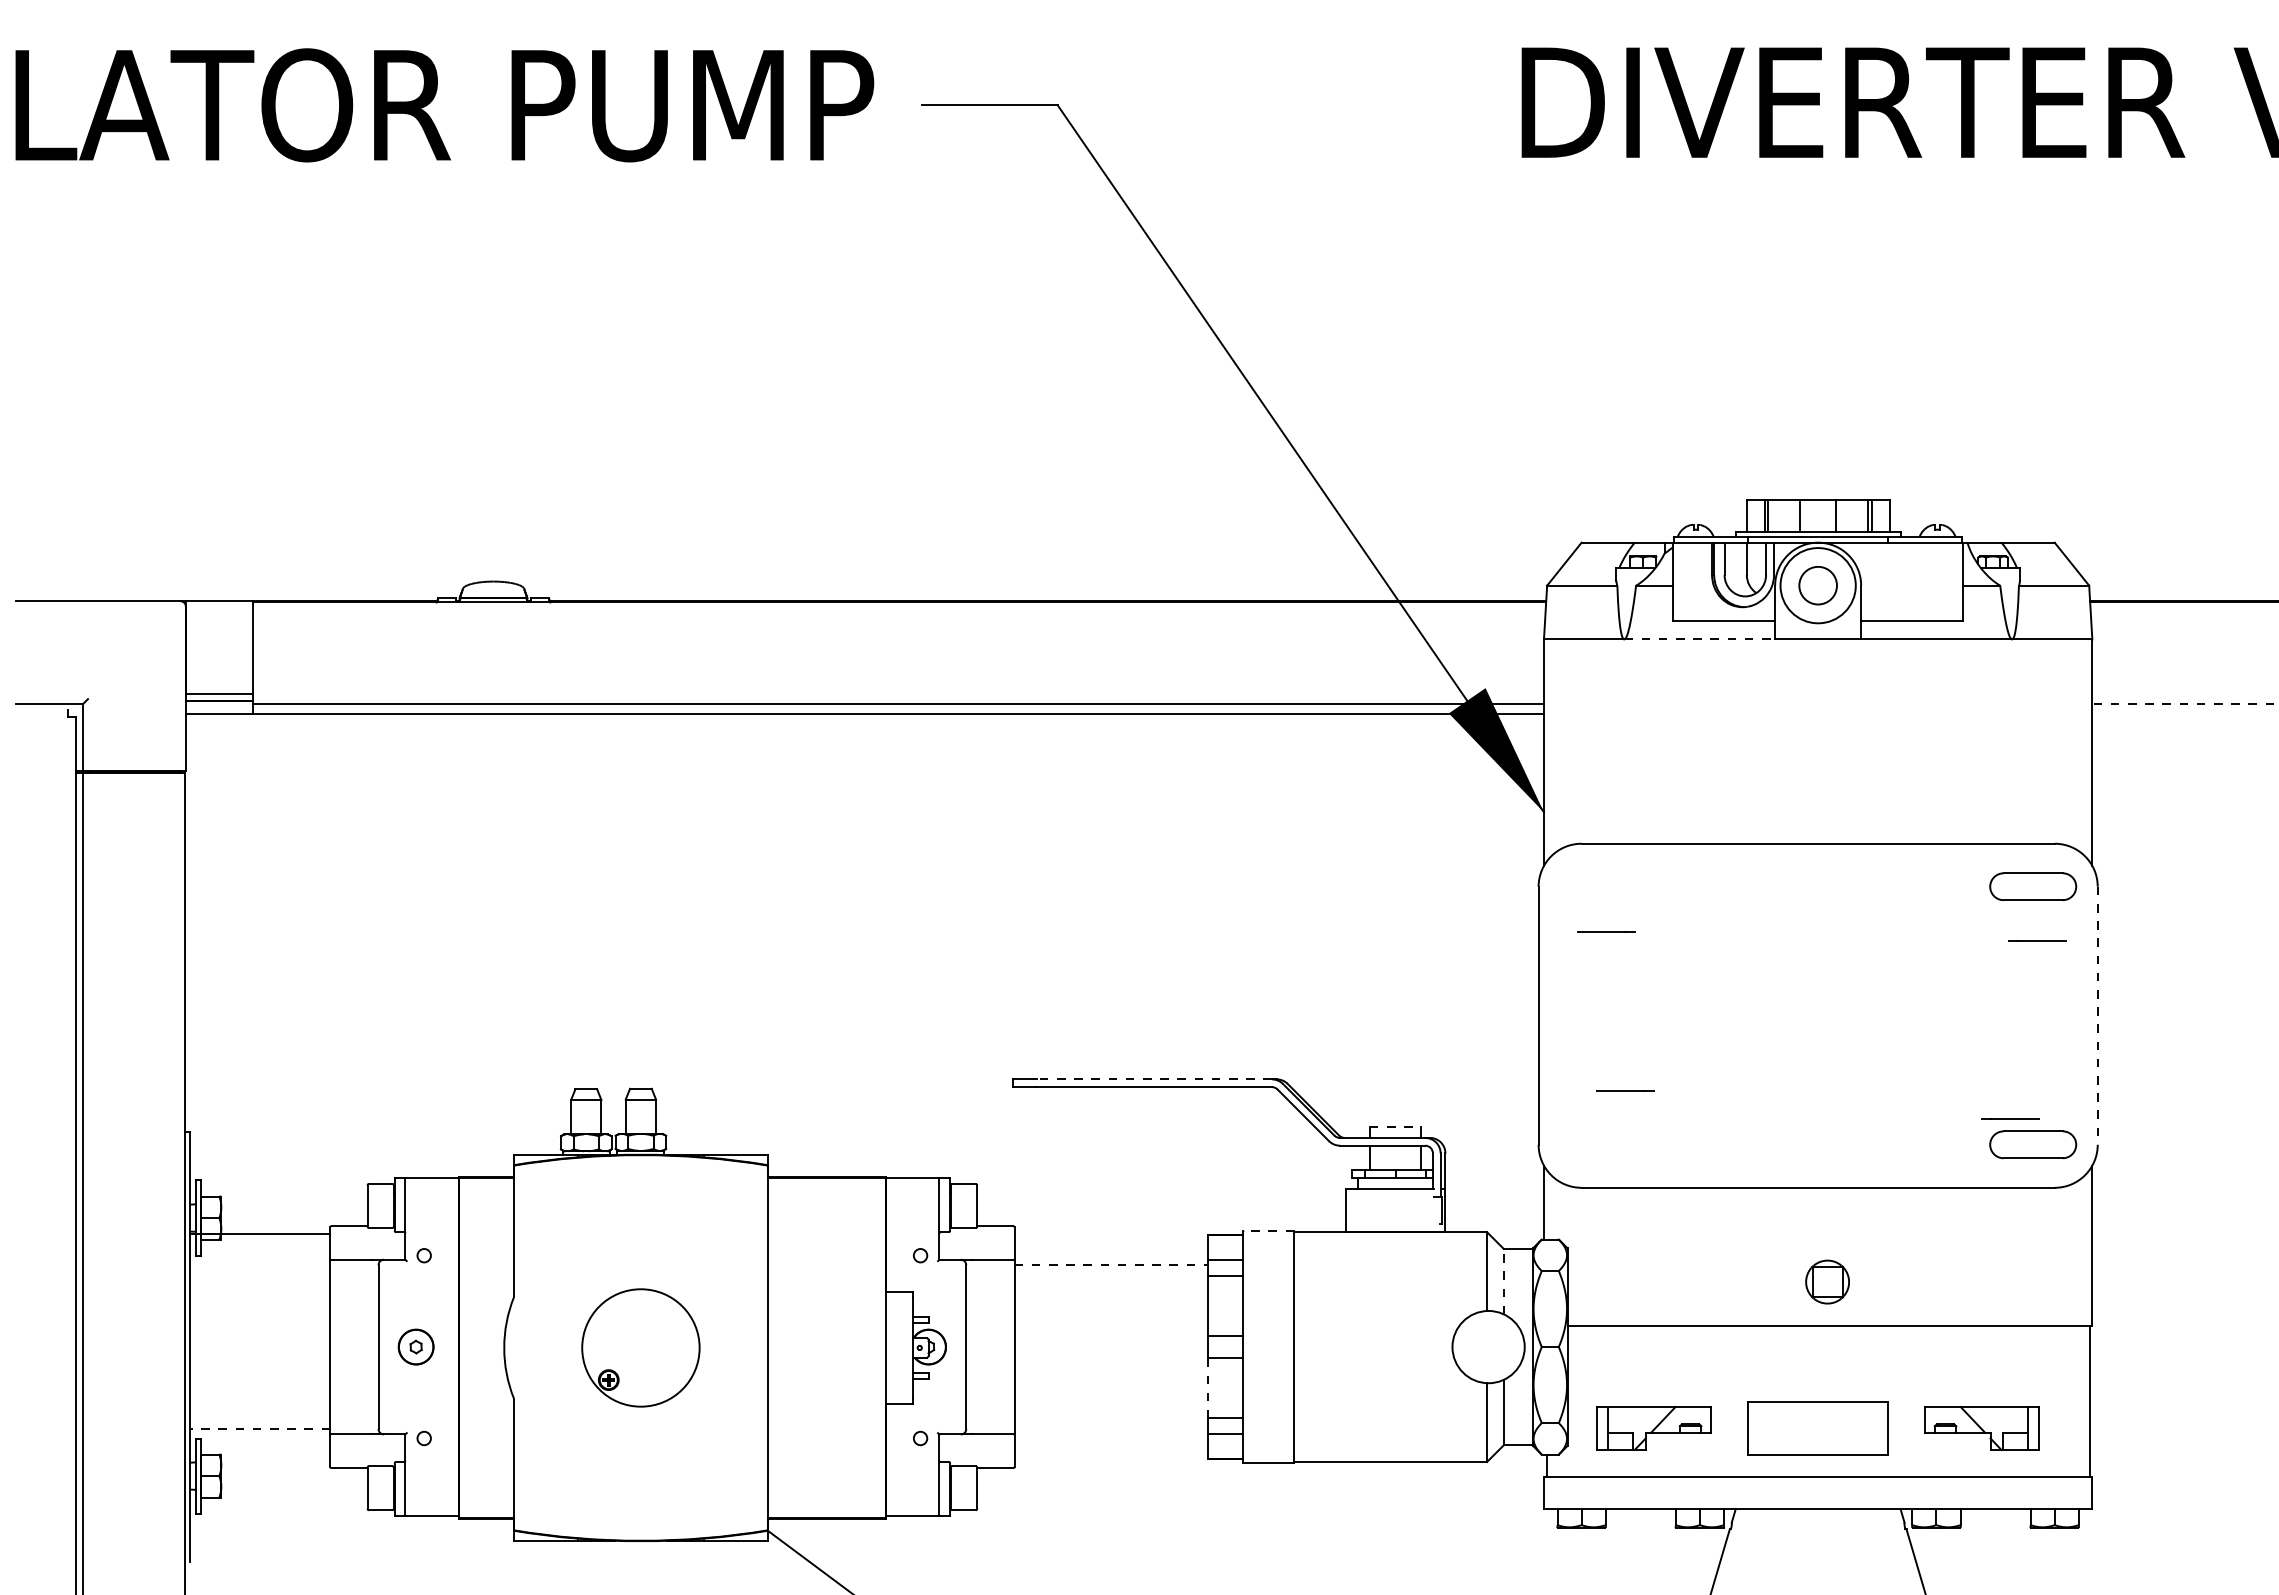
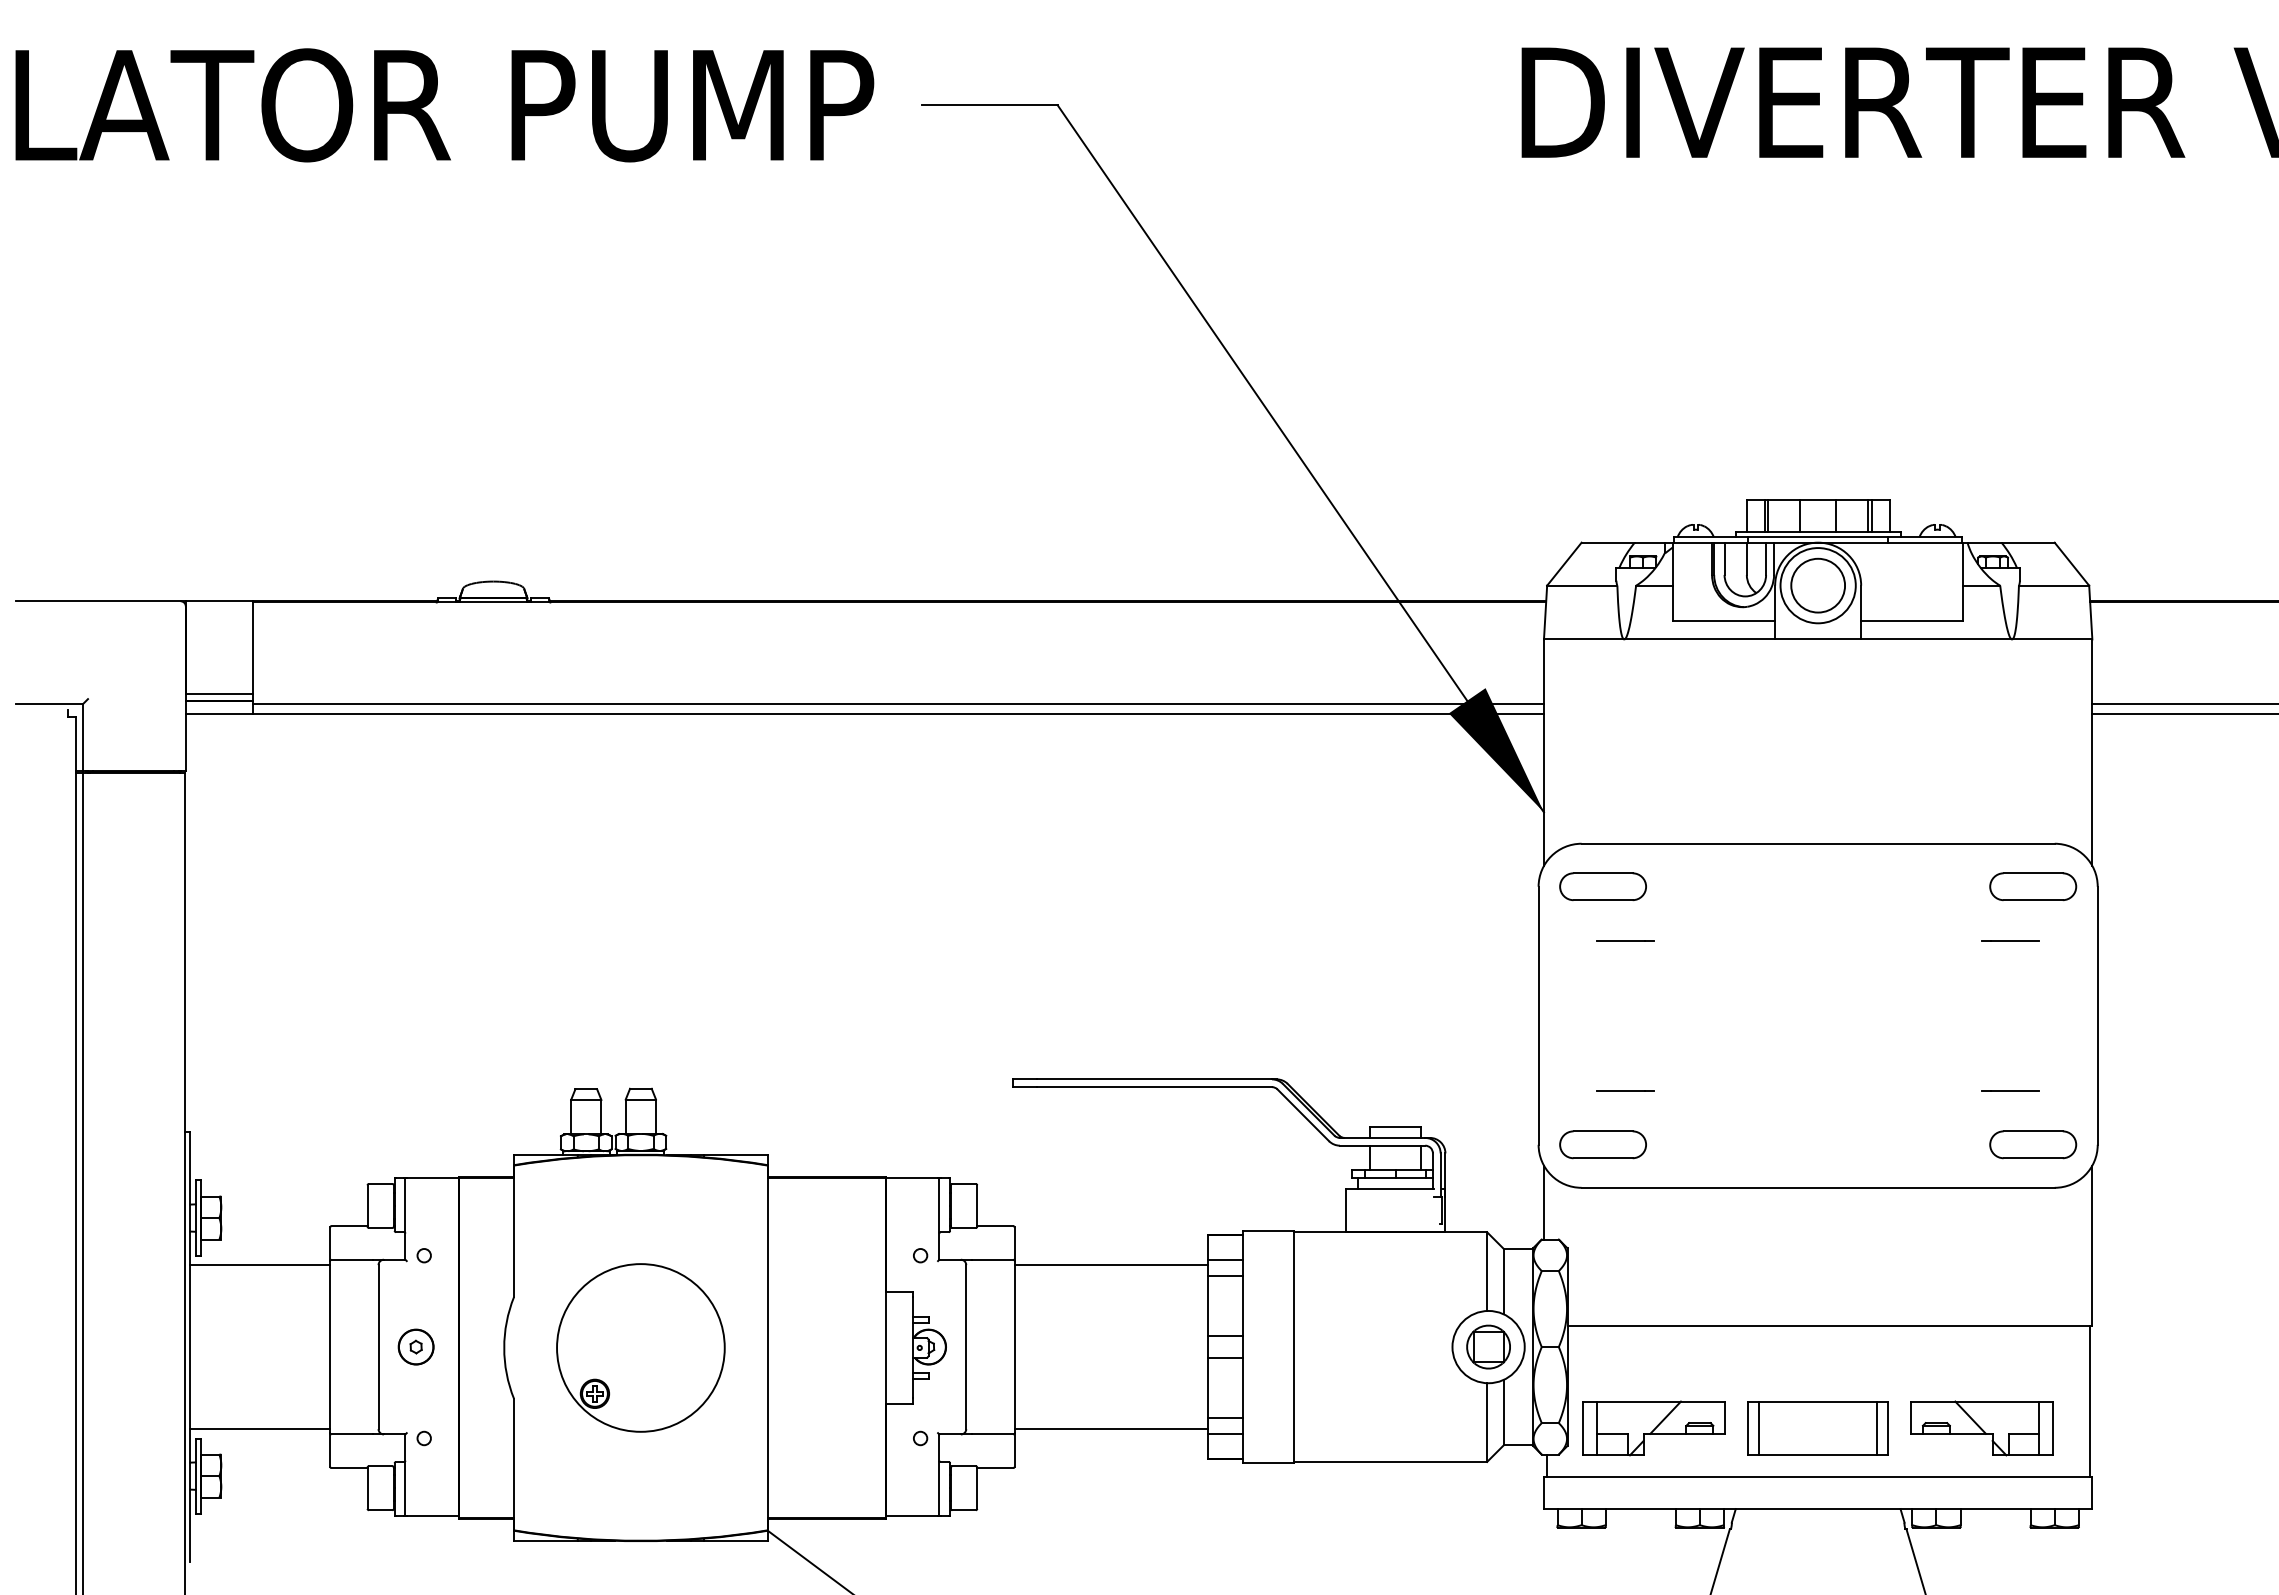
circle at (1817, 585) diameter: 38 px -> 54 px
line at (1700, 639): dashed -> solid
line at (2185, 704): dashed -> solid
line at (2183, 713): none -> present
part at (1602, 886): none -> present
line at (1606, 931) position: (1606, 931) -> (1625, 940)
line at (2037, 940) position: (2037, 940) -> (2010, 940)
line at (2097, 1016): dashed -> solid
line at (1154, 1079): dashed -> solid
line at (2010, 1118) position: (2010, 1118) -> (2010, 1090)
line at (1395, 1127): dashed -> solid
part at (1602, 1144): none -> present
line at (1268, 1230): dashed -> solid
line at (260, 1234) position: (260, 1234) -> (260, 1265)
line at (1111, 1265): dashed -> solid
line at (1503, 1281): dashed -> solid
part at (1827, 1281) position: (1827, 1281) -> (1488, 1346)
part at (640, 1347) size: 120x120 px -> 170x170 px
line at (1208, 1388): dashed -> solid
part at (1653, 1427) size: 116x46 px -> 144x57 px
part at (1981, 1427) size: 116x46 px -> 144x57 px
line at (260, 1428): dashed -> solid
line at (1111, 1428): none -> present
line at (1759, 1428): none -> present
line at (1877, 1428): none -> present
